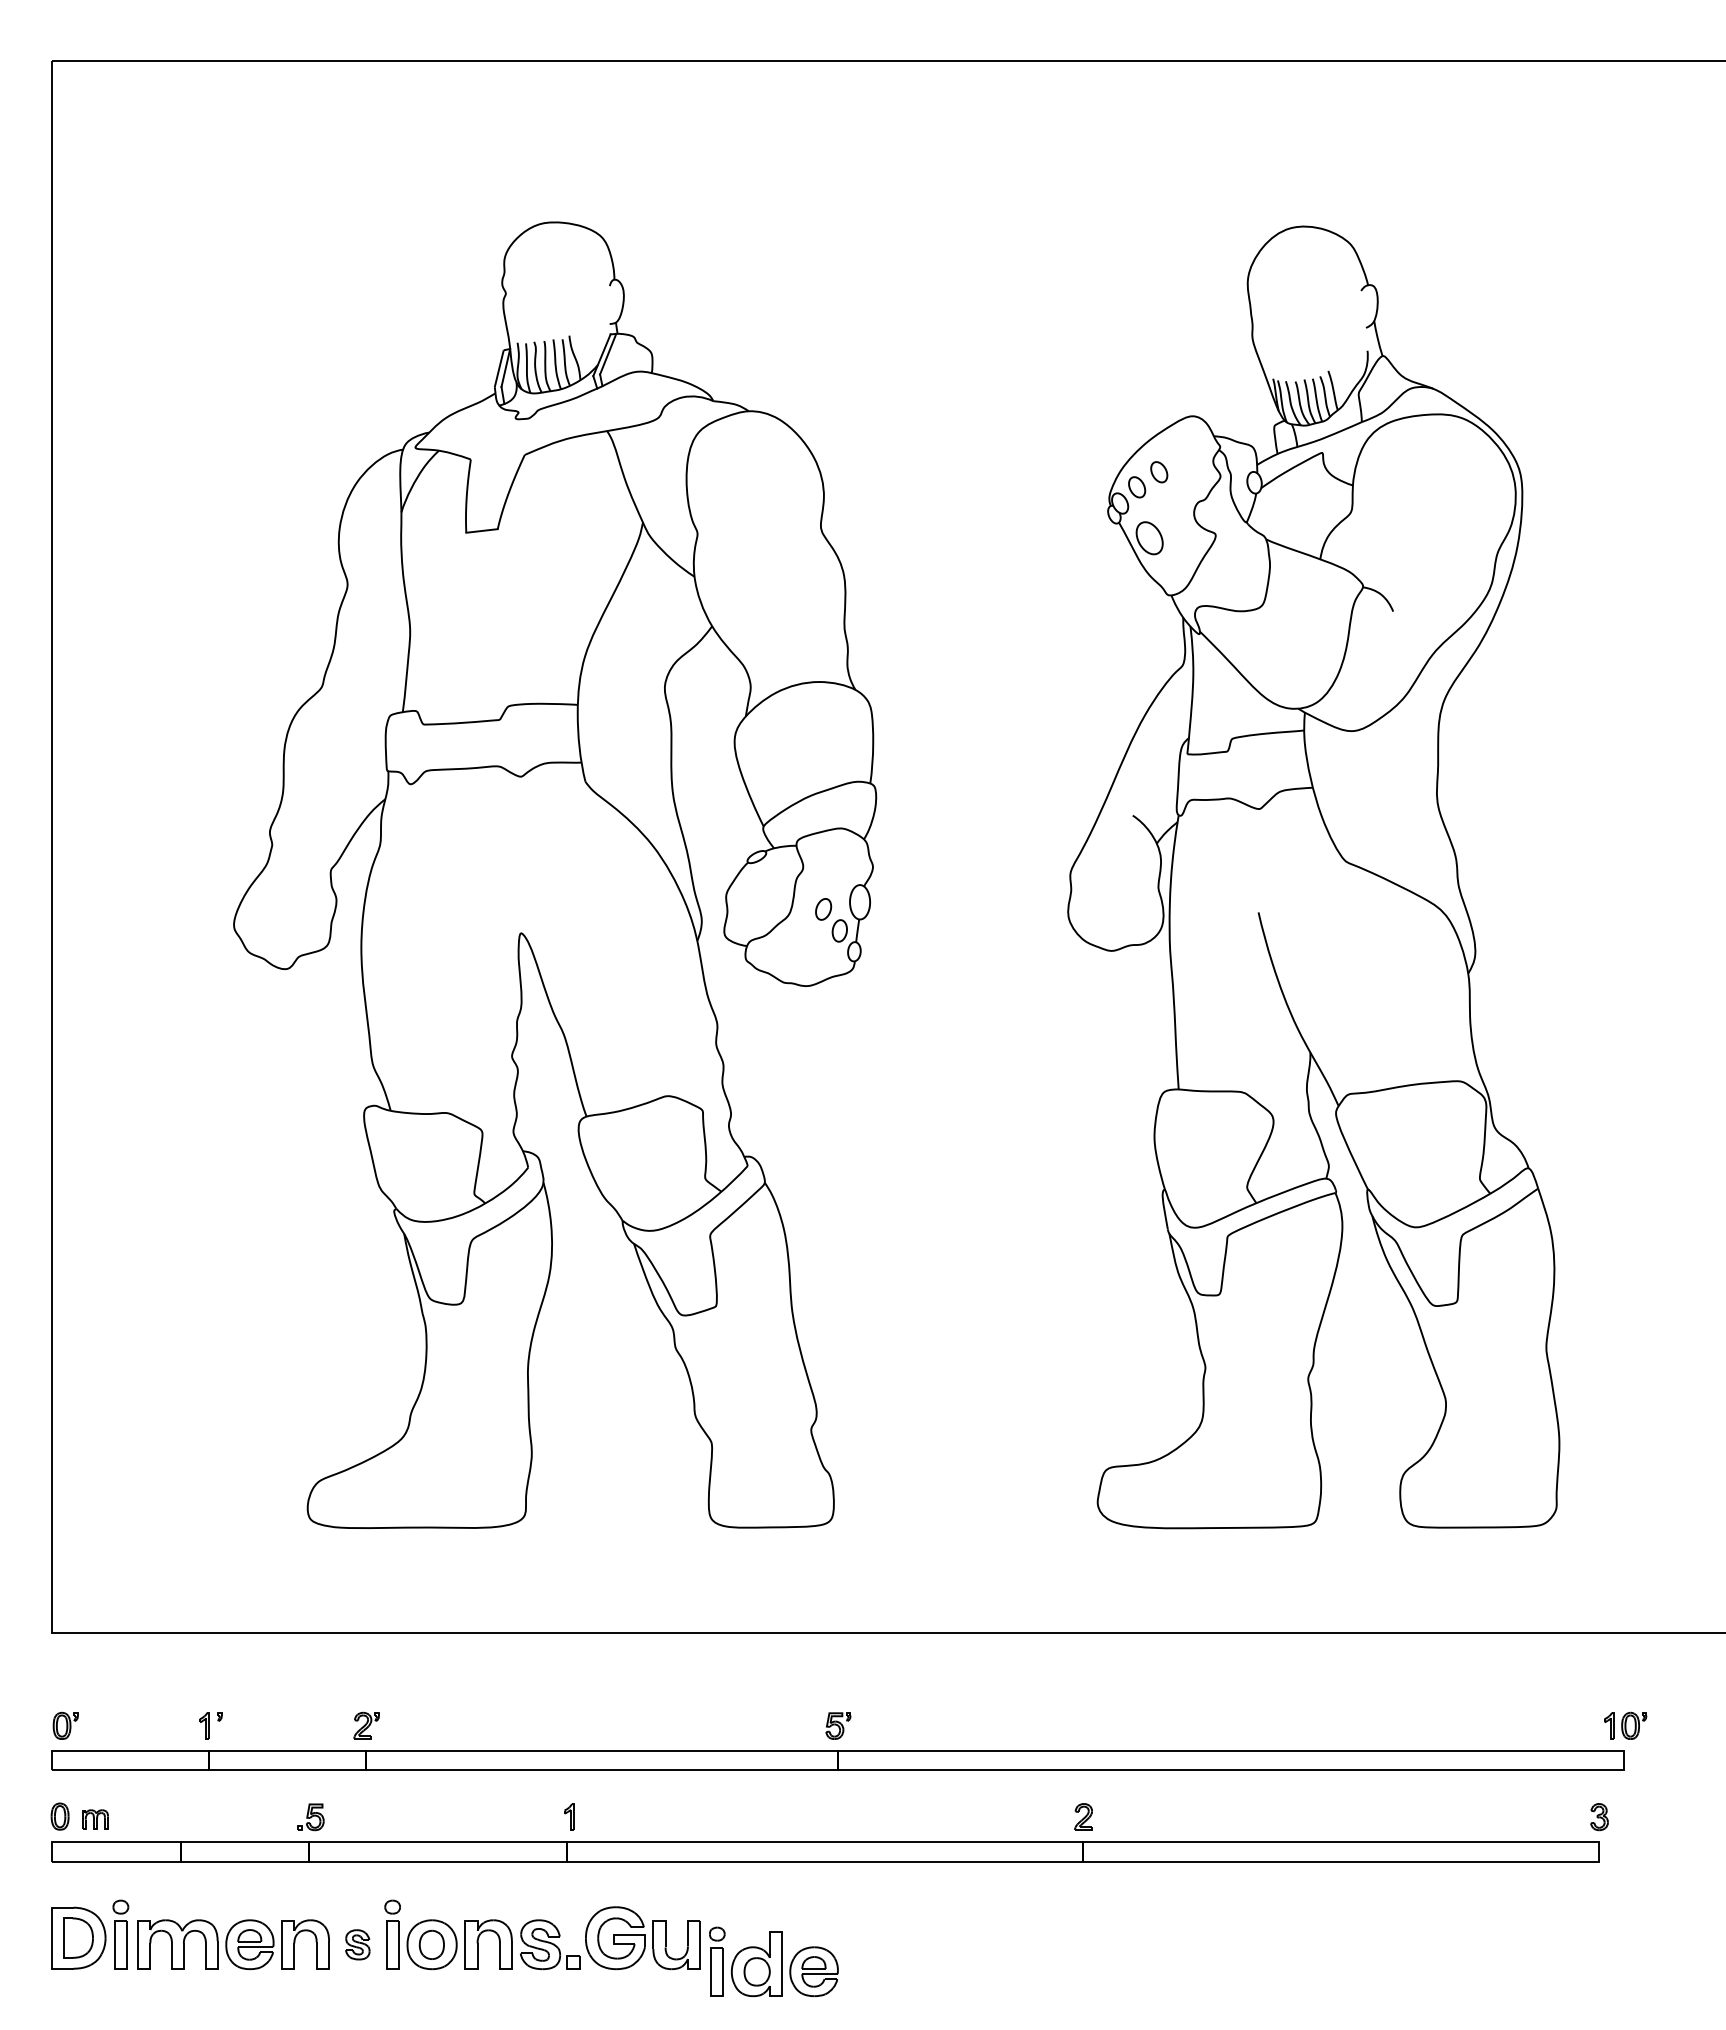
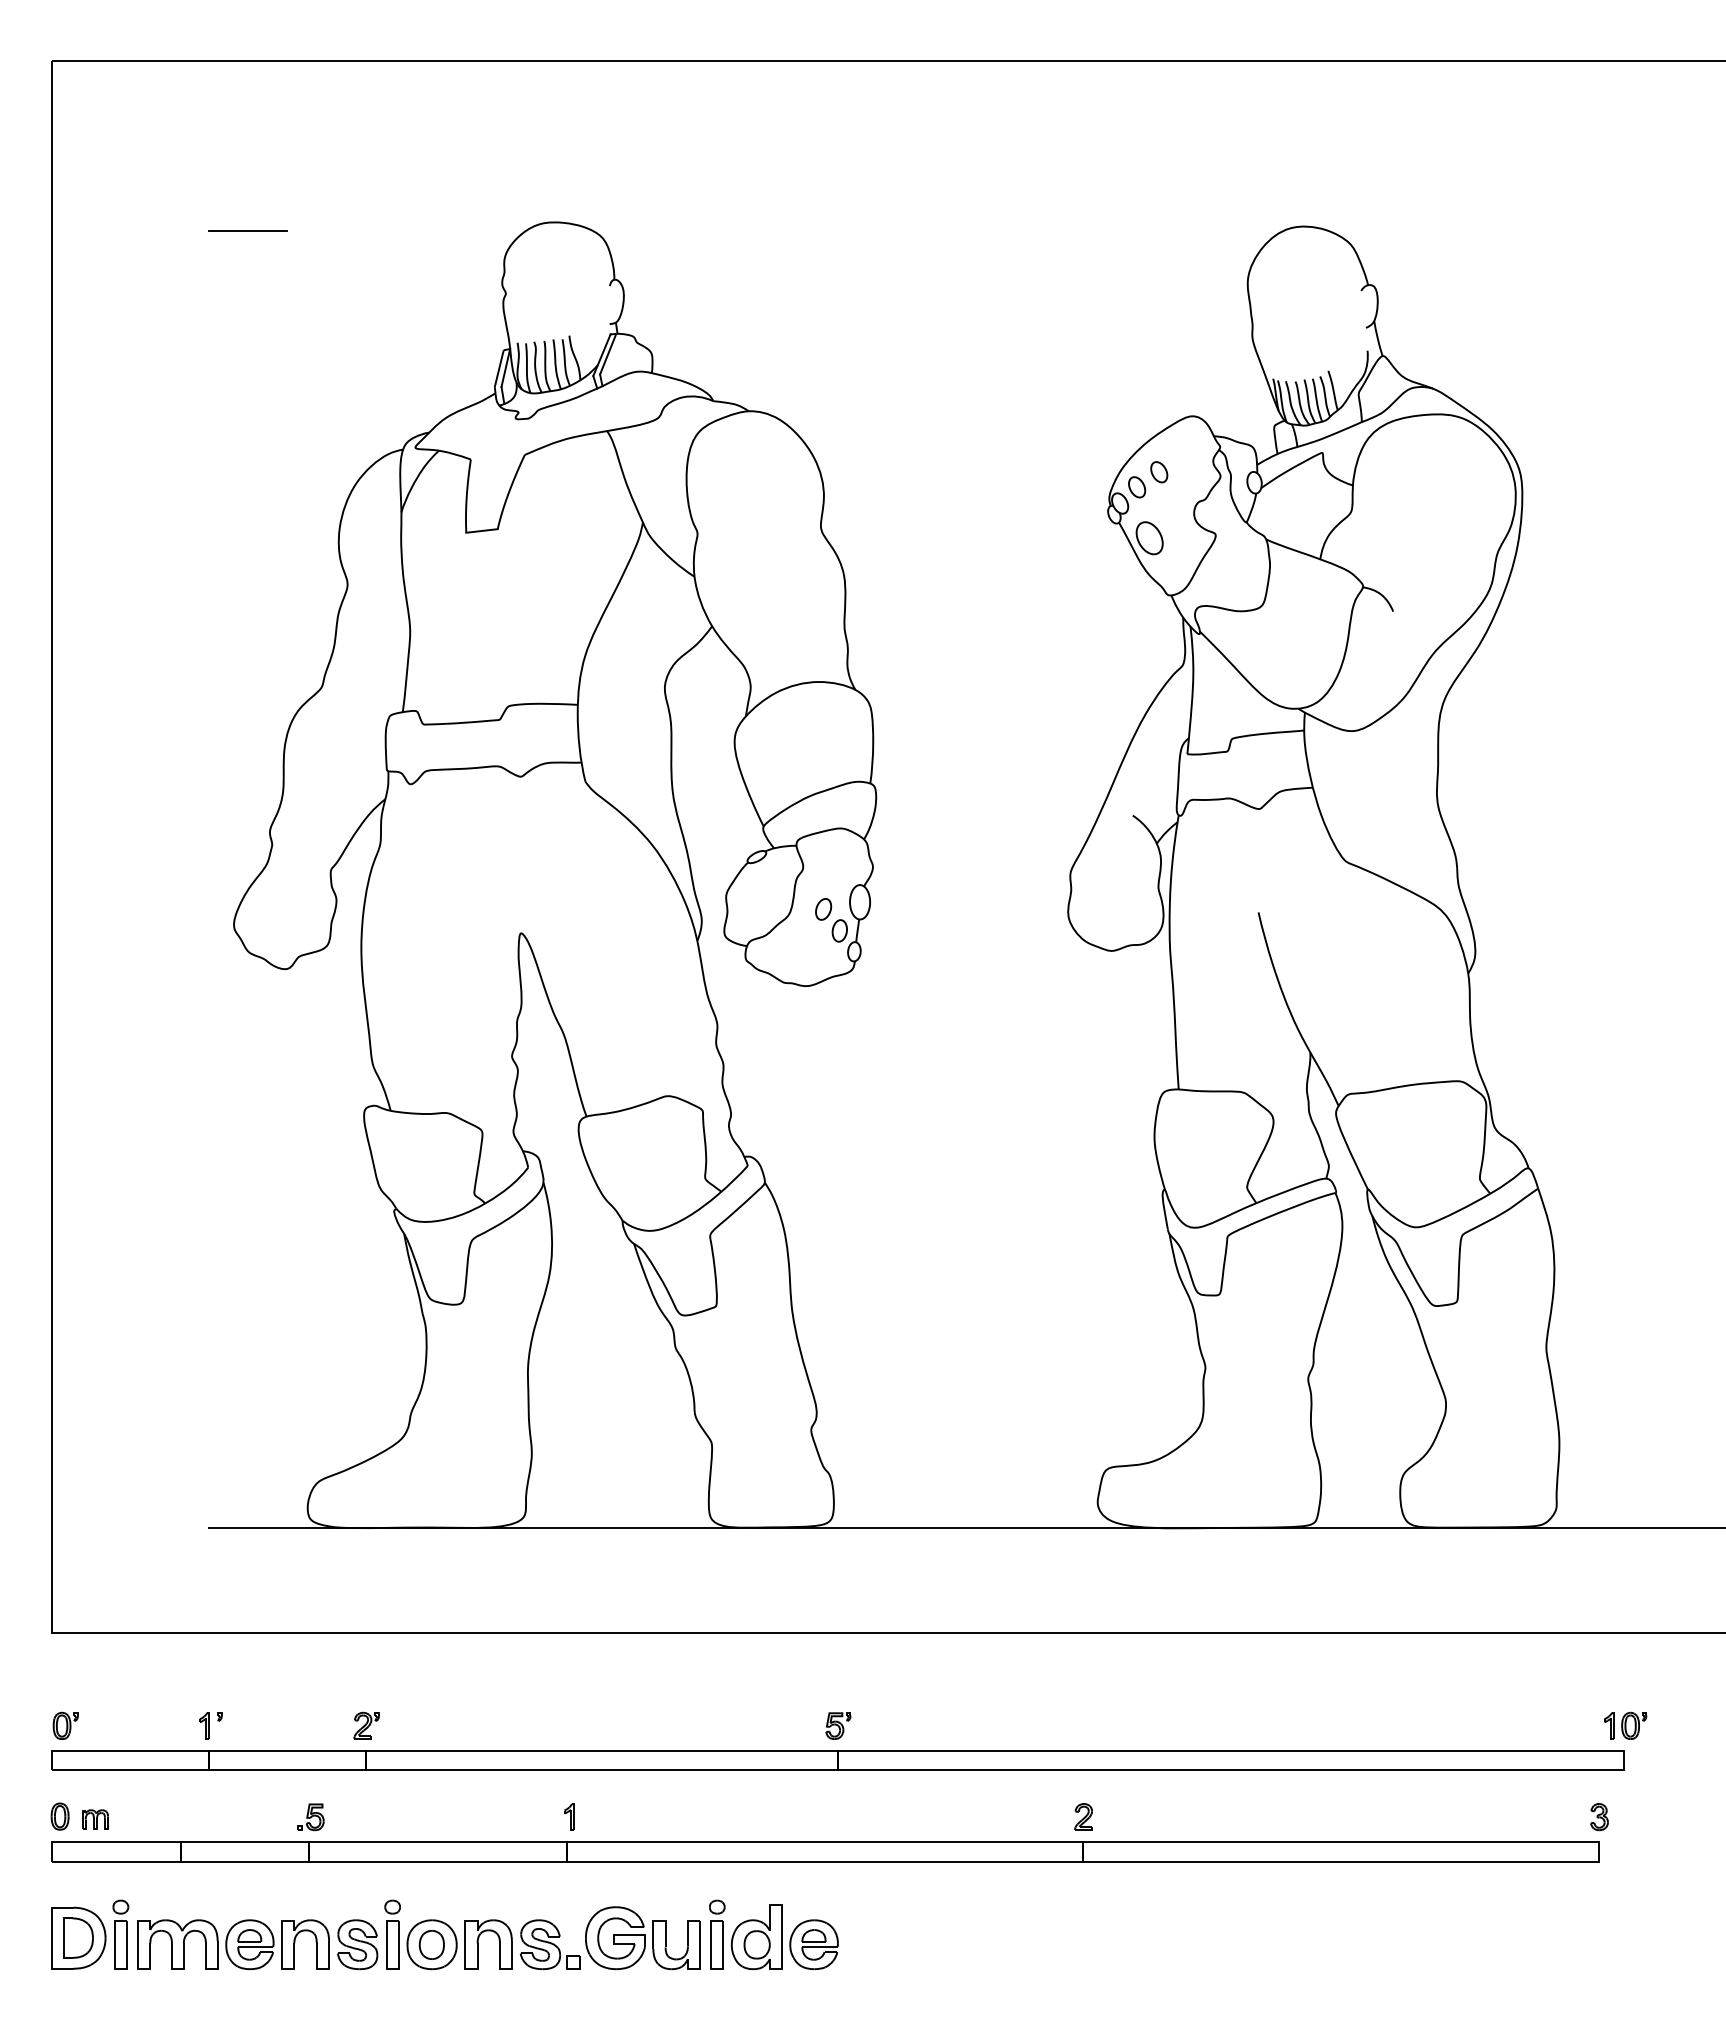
line at (247, 231): none -> present
line at (965, 1527): none -> present
part at (357, 1944) size: 26x32 px -> 42x52 px
part at (773, 1961) position: (773, 1961) -> (773, 1934)
